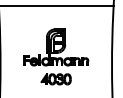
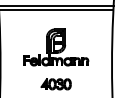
line at (57, 9): none -> present
part at (55, 79) position: (55, 79) -> (55, 84)
